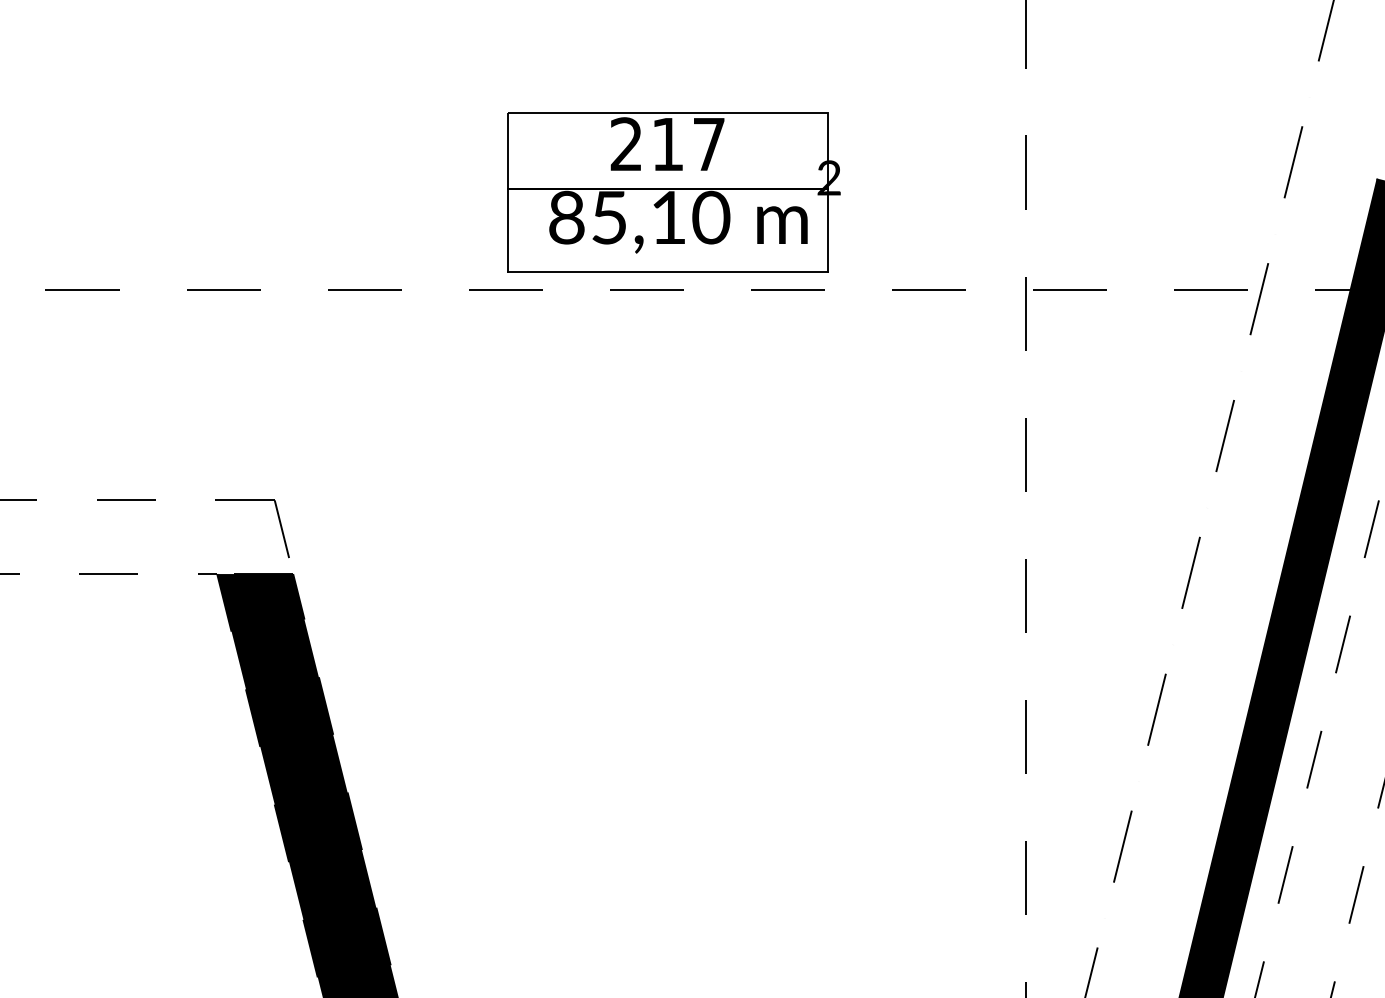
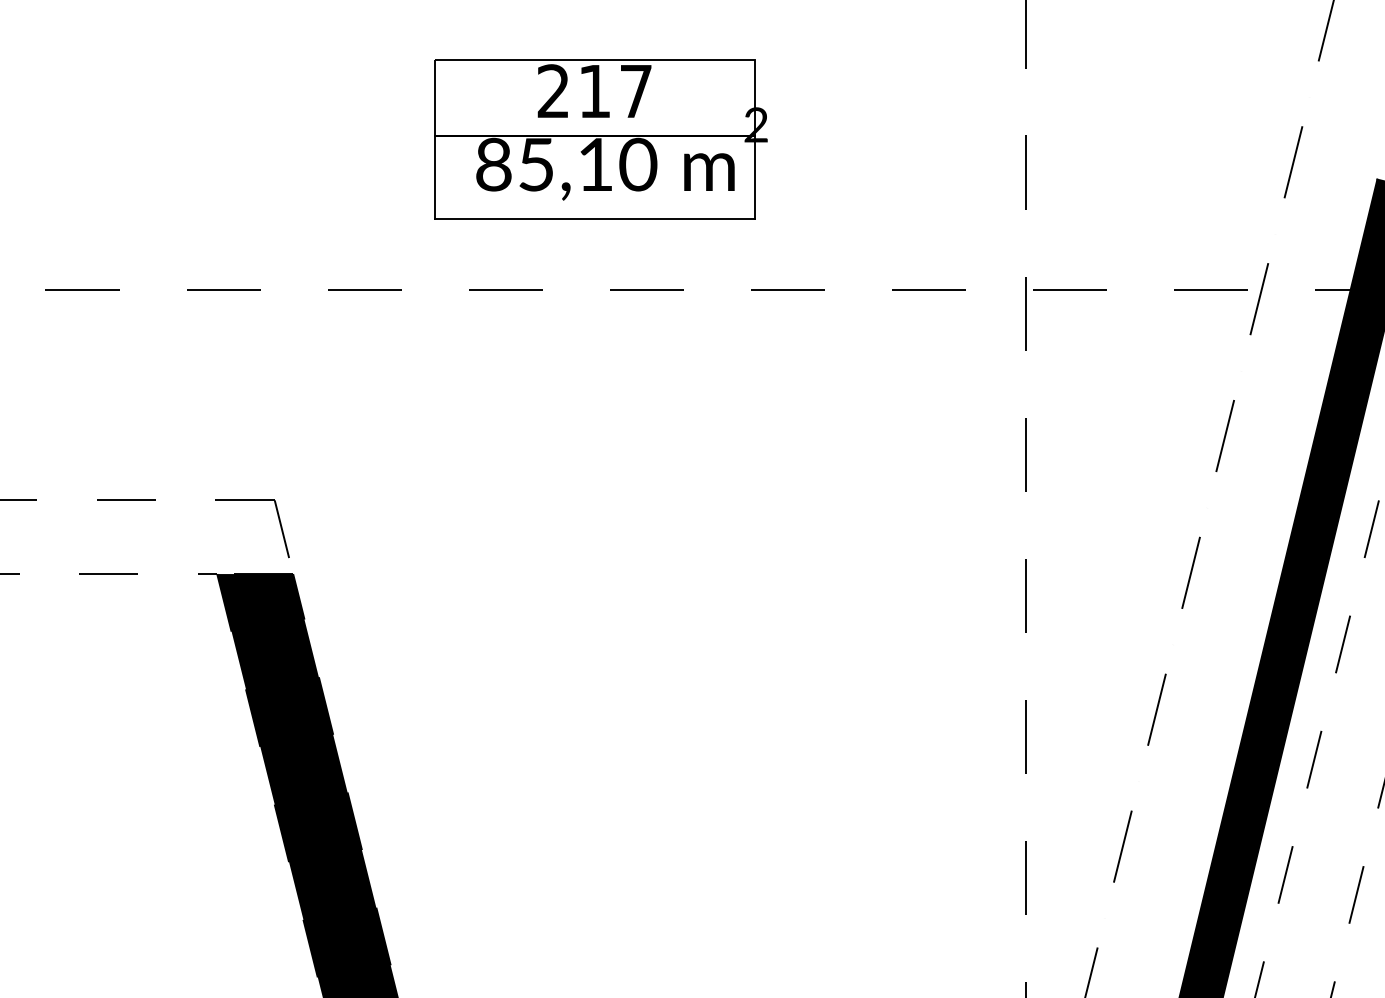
part at (673, 192) position: (673, 192) -> (600, 139)
